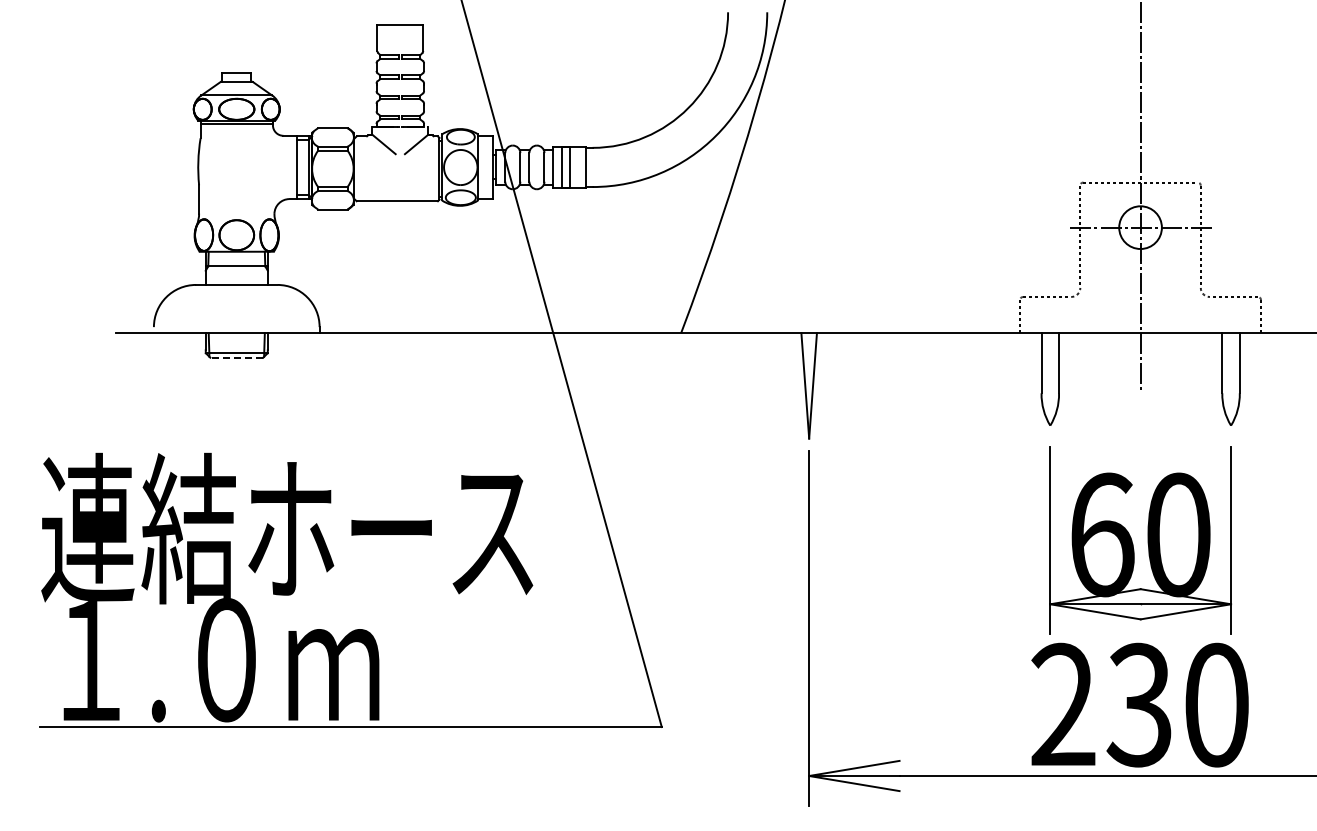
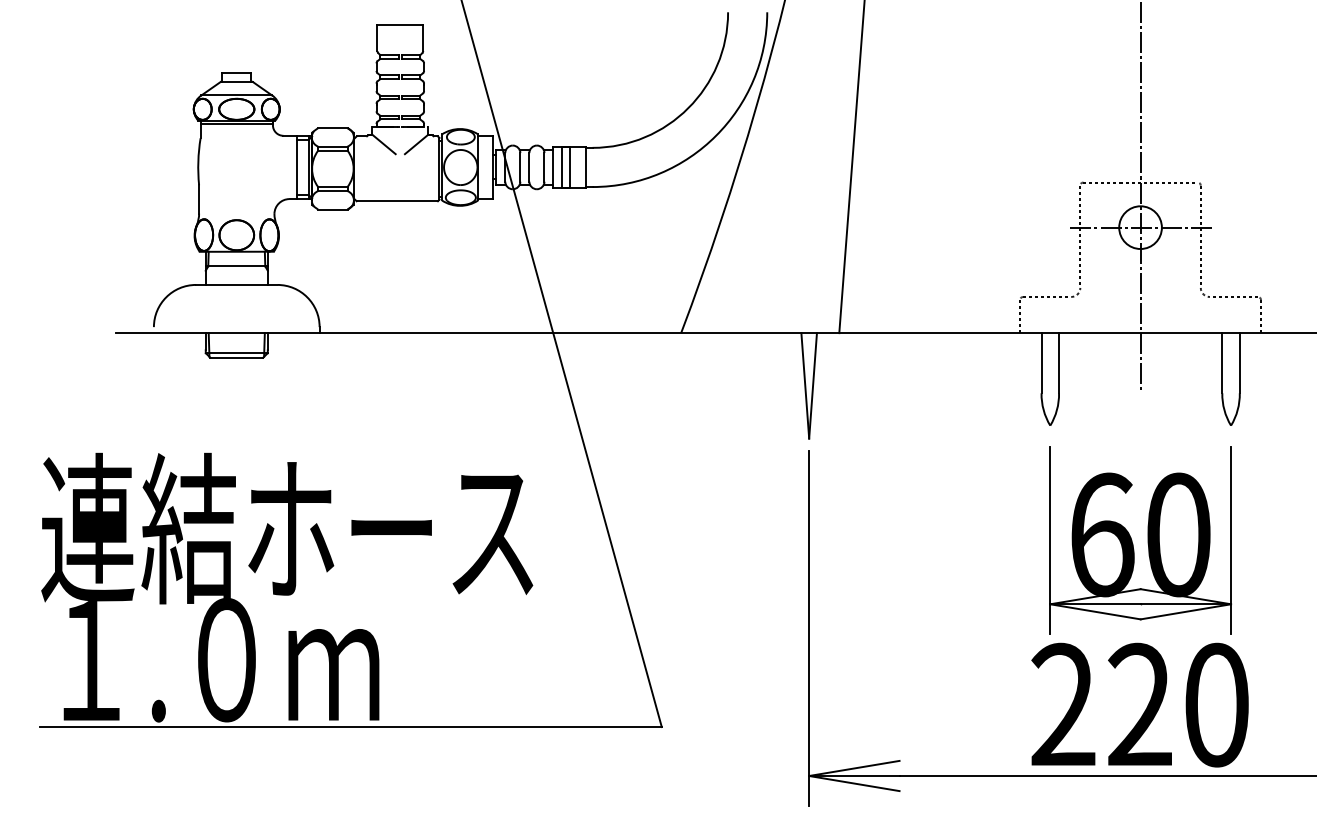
line at (851, 167): none -> present
line at (236, 357): dashed -> solid
text at (1138, 705): 230 -> 220
